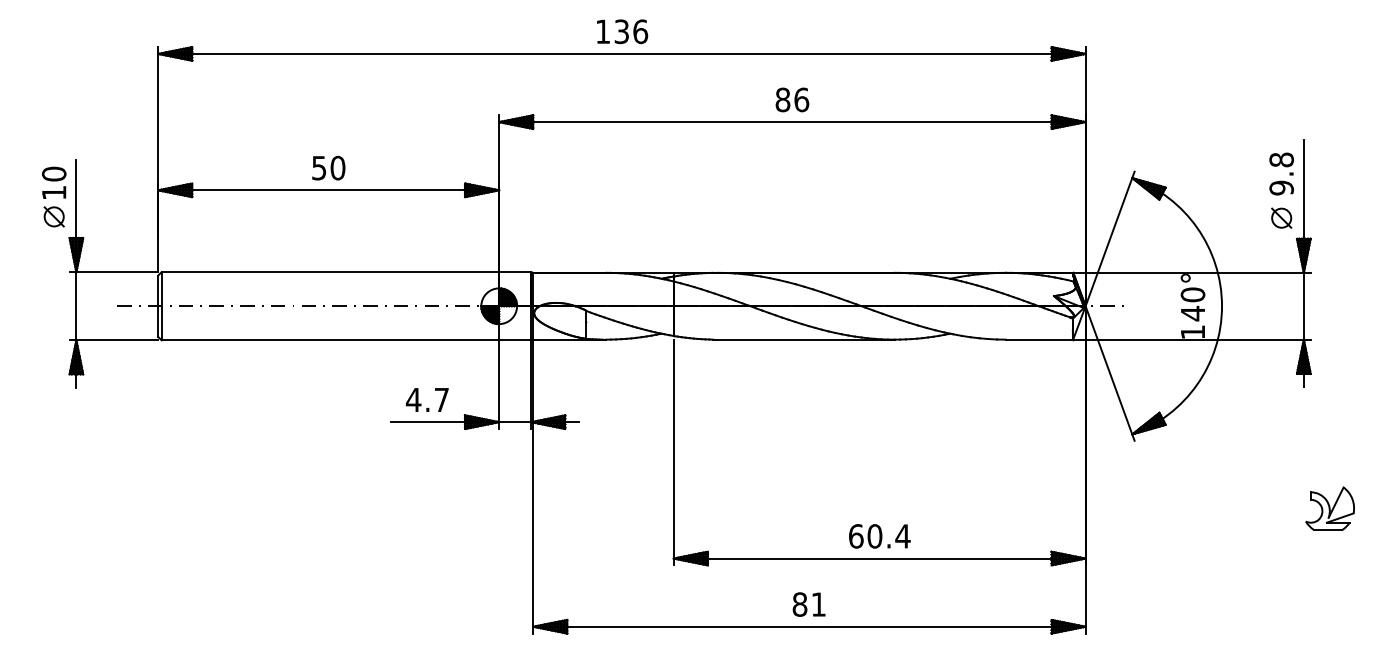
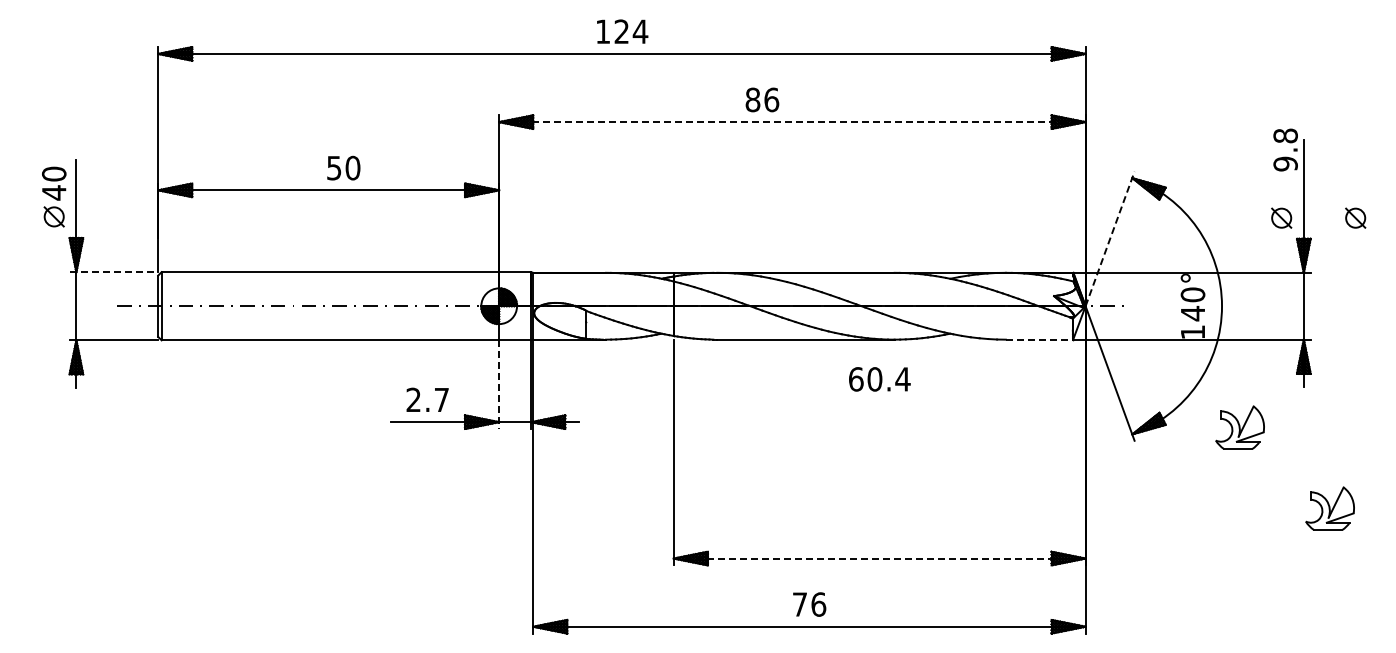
text at (631, 31): 136 -> 124
text at (792, 99) position: (792, 99) -> (762, 99)
line at (792, 122): solid -> dashed
text at (328, 167) position: (328, 167) -> (343, 167)
text at (1281, 173) position: (1281, 173) -> (1285, 149)
text at (54, 192): 10 -> 40
part at (1355, 217): none -> present
line at (1110, 238): solid -> dashed
line at (114, 272): solid -> dashed
line at (1039, 339): solid -> dashed
line at (499, 385): solid -> dashed
text at (413, 399): 4.7 -> 2.7
part at (1239, 427): none -> present
text at (879, 536) position: (879, 536) -> (879, 379)
line at (879, 558): solid -> dashed
text at (809, 604): 81 -> 76
